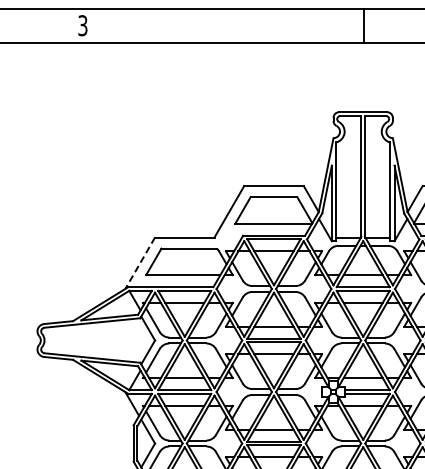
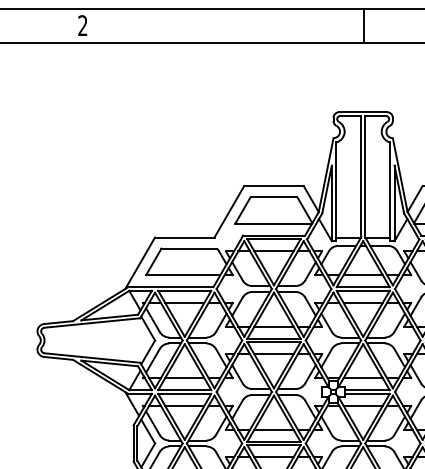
text at (82, 25): 3 -> 2
line at (140, 263): dashed -> solid
